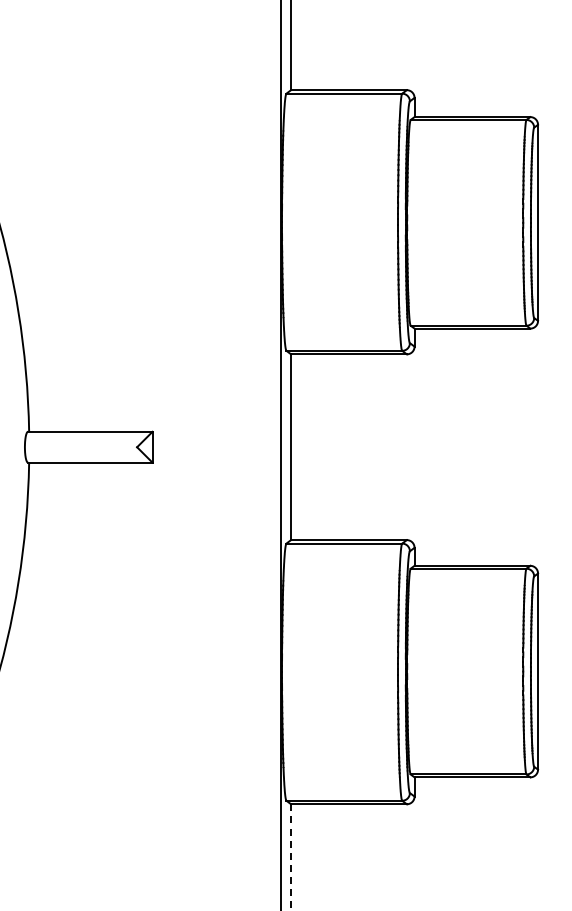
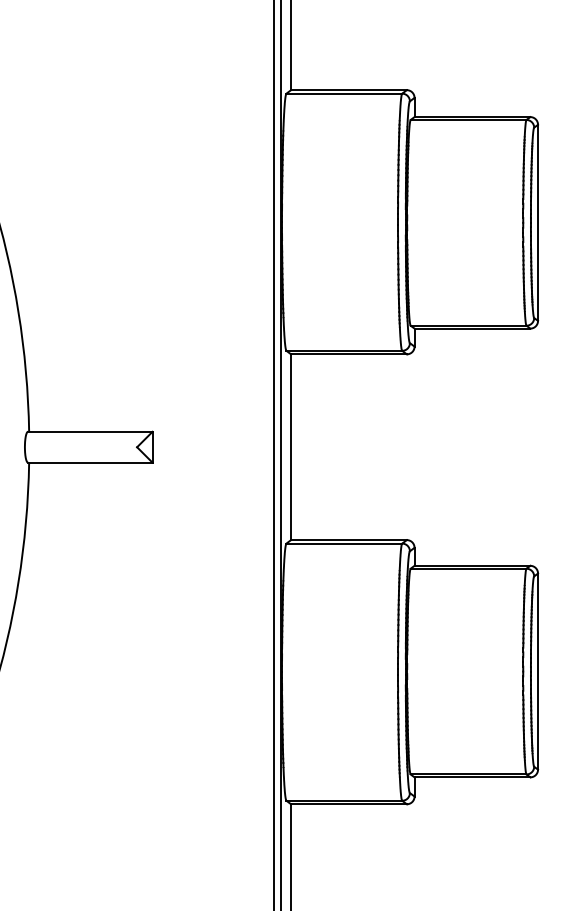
line at (273, 454): none -> present
line at (291, 858): dashed -> solid
